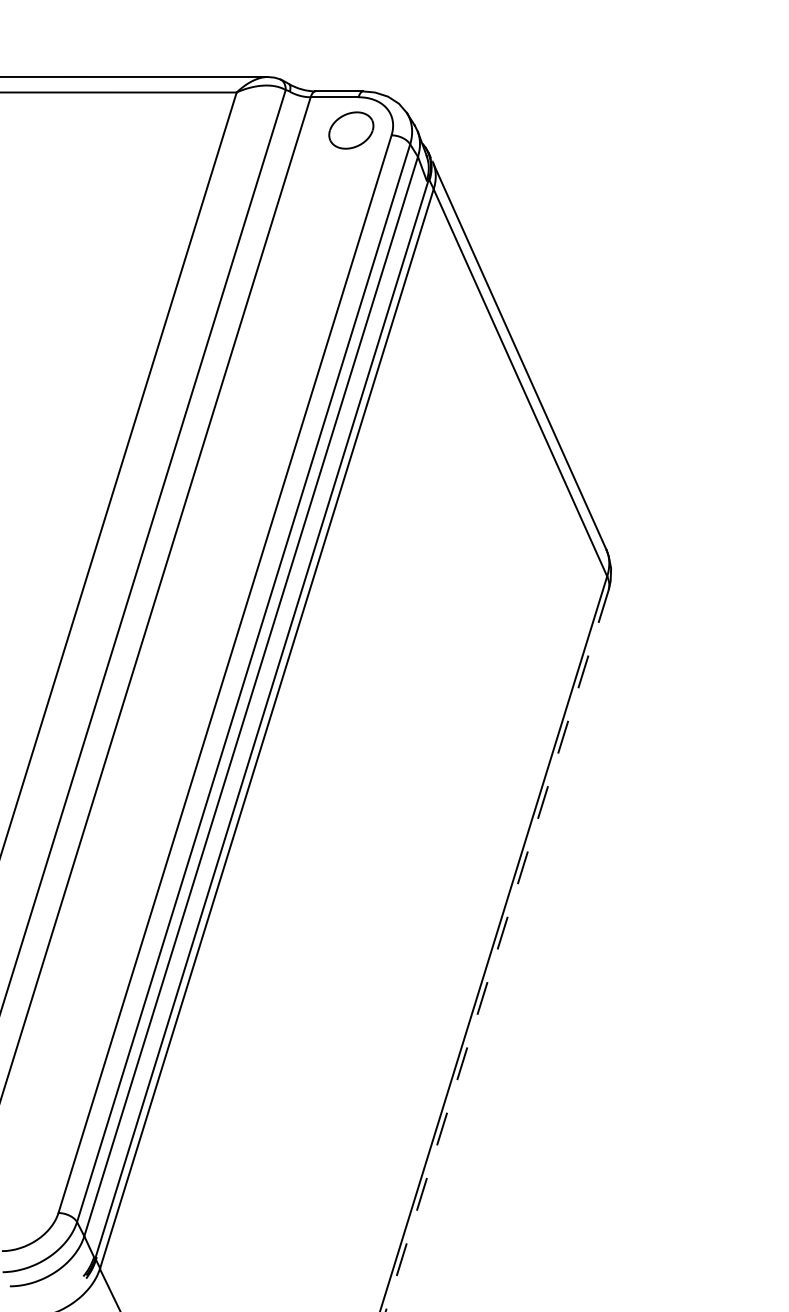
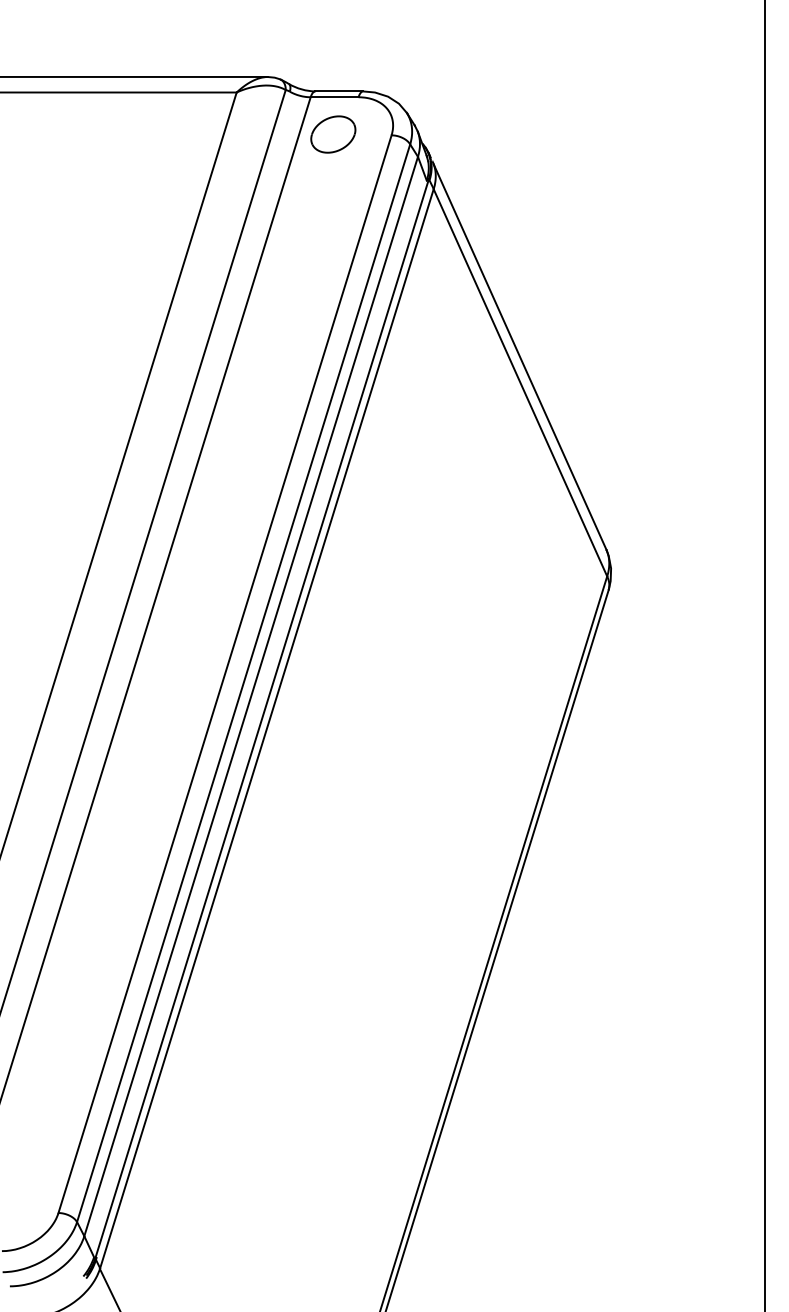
part at (351, 130) position: (351, 130) -> (333, 134)
line at (765, 655): none -> present
line at (497, 951): dashed -> solid
